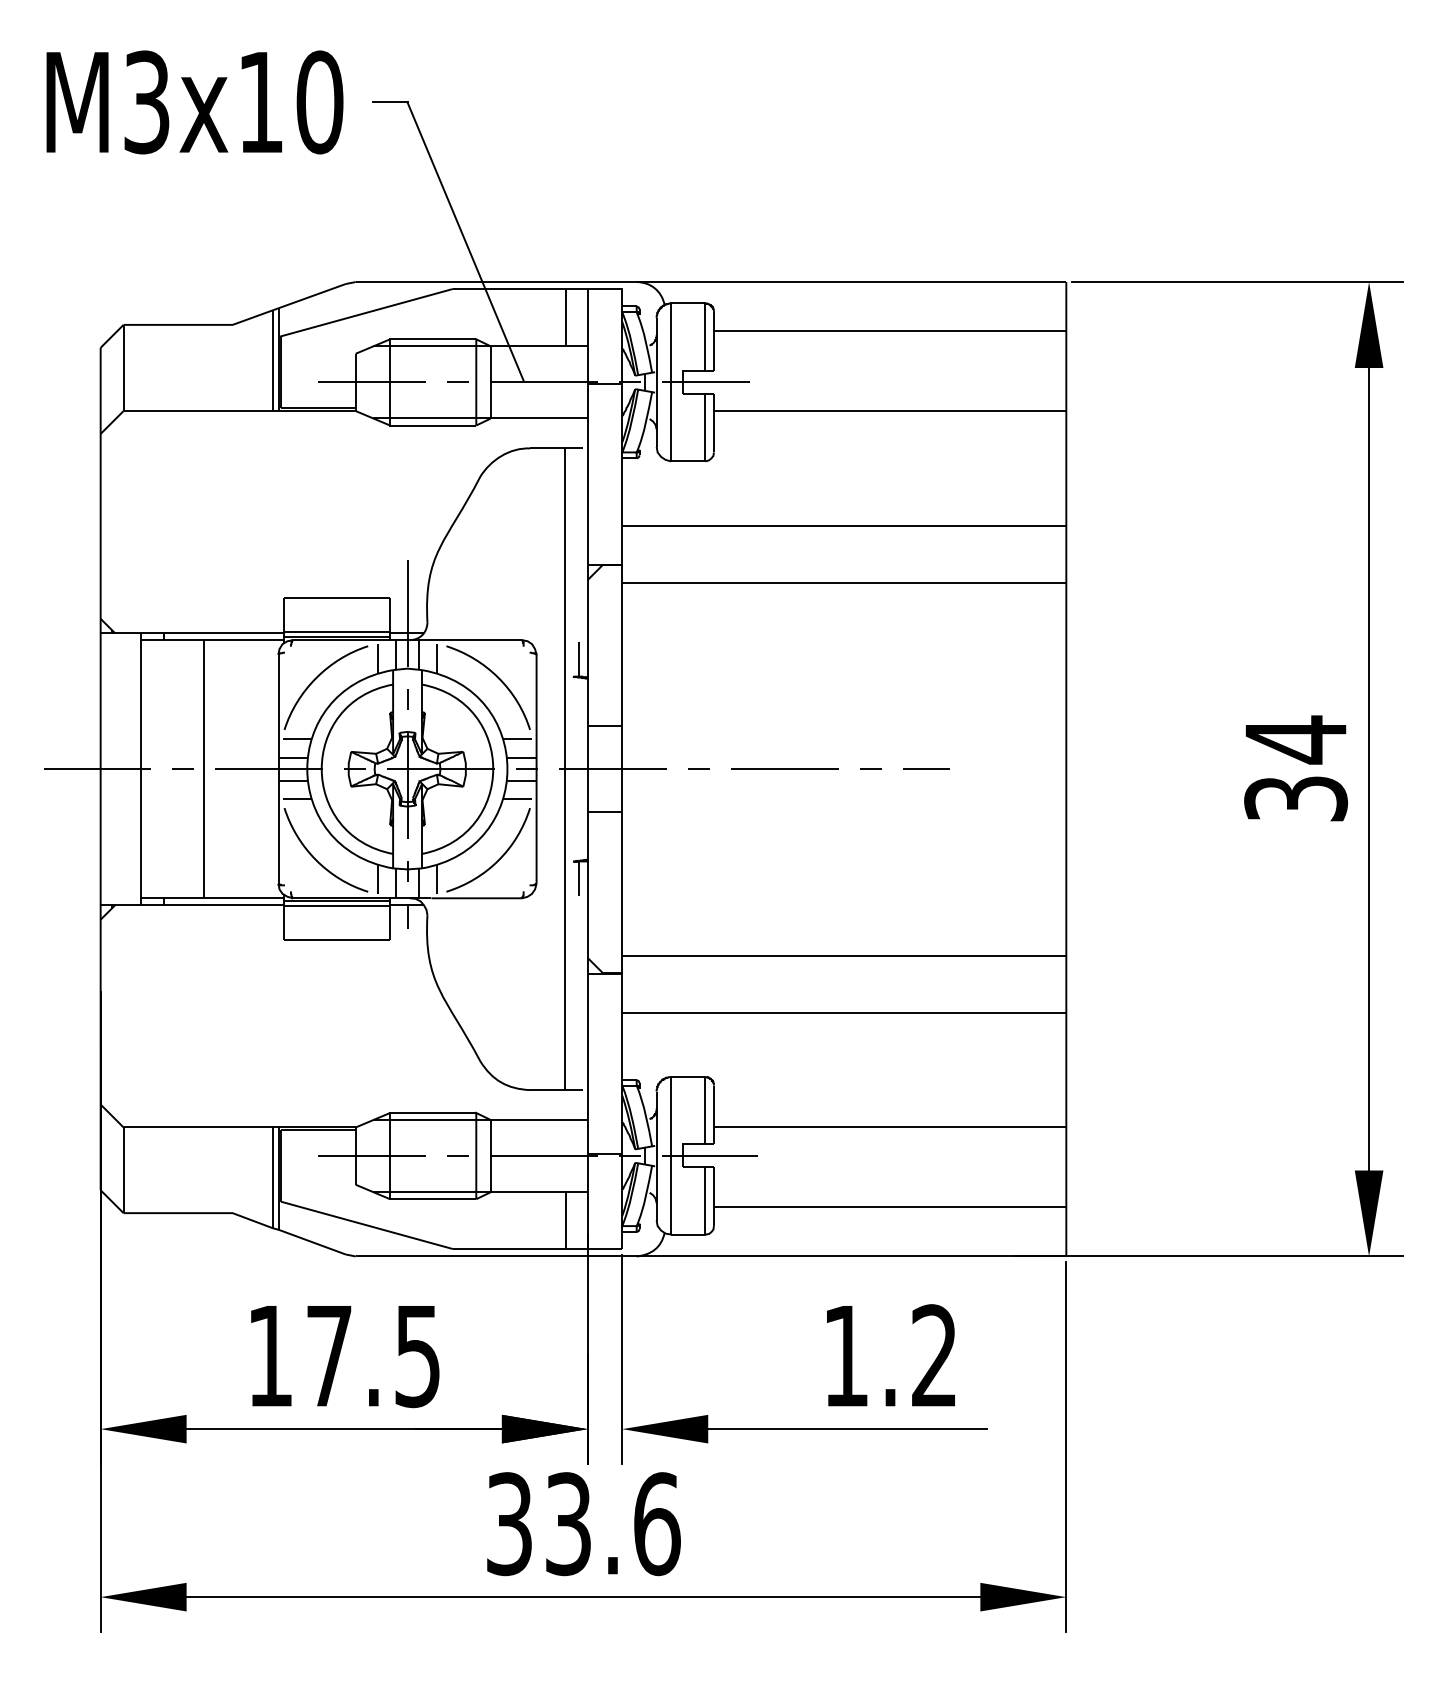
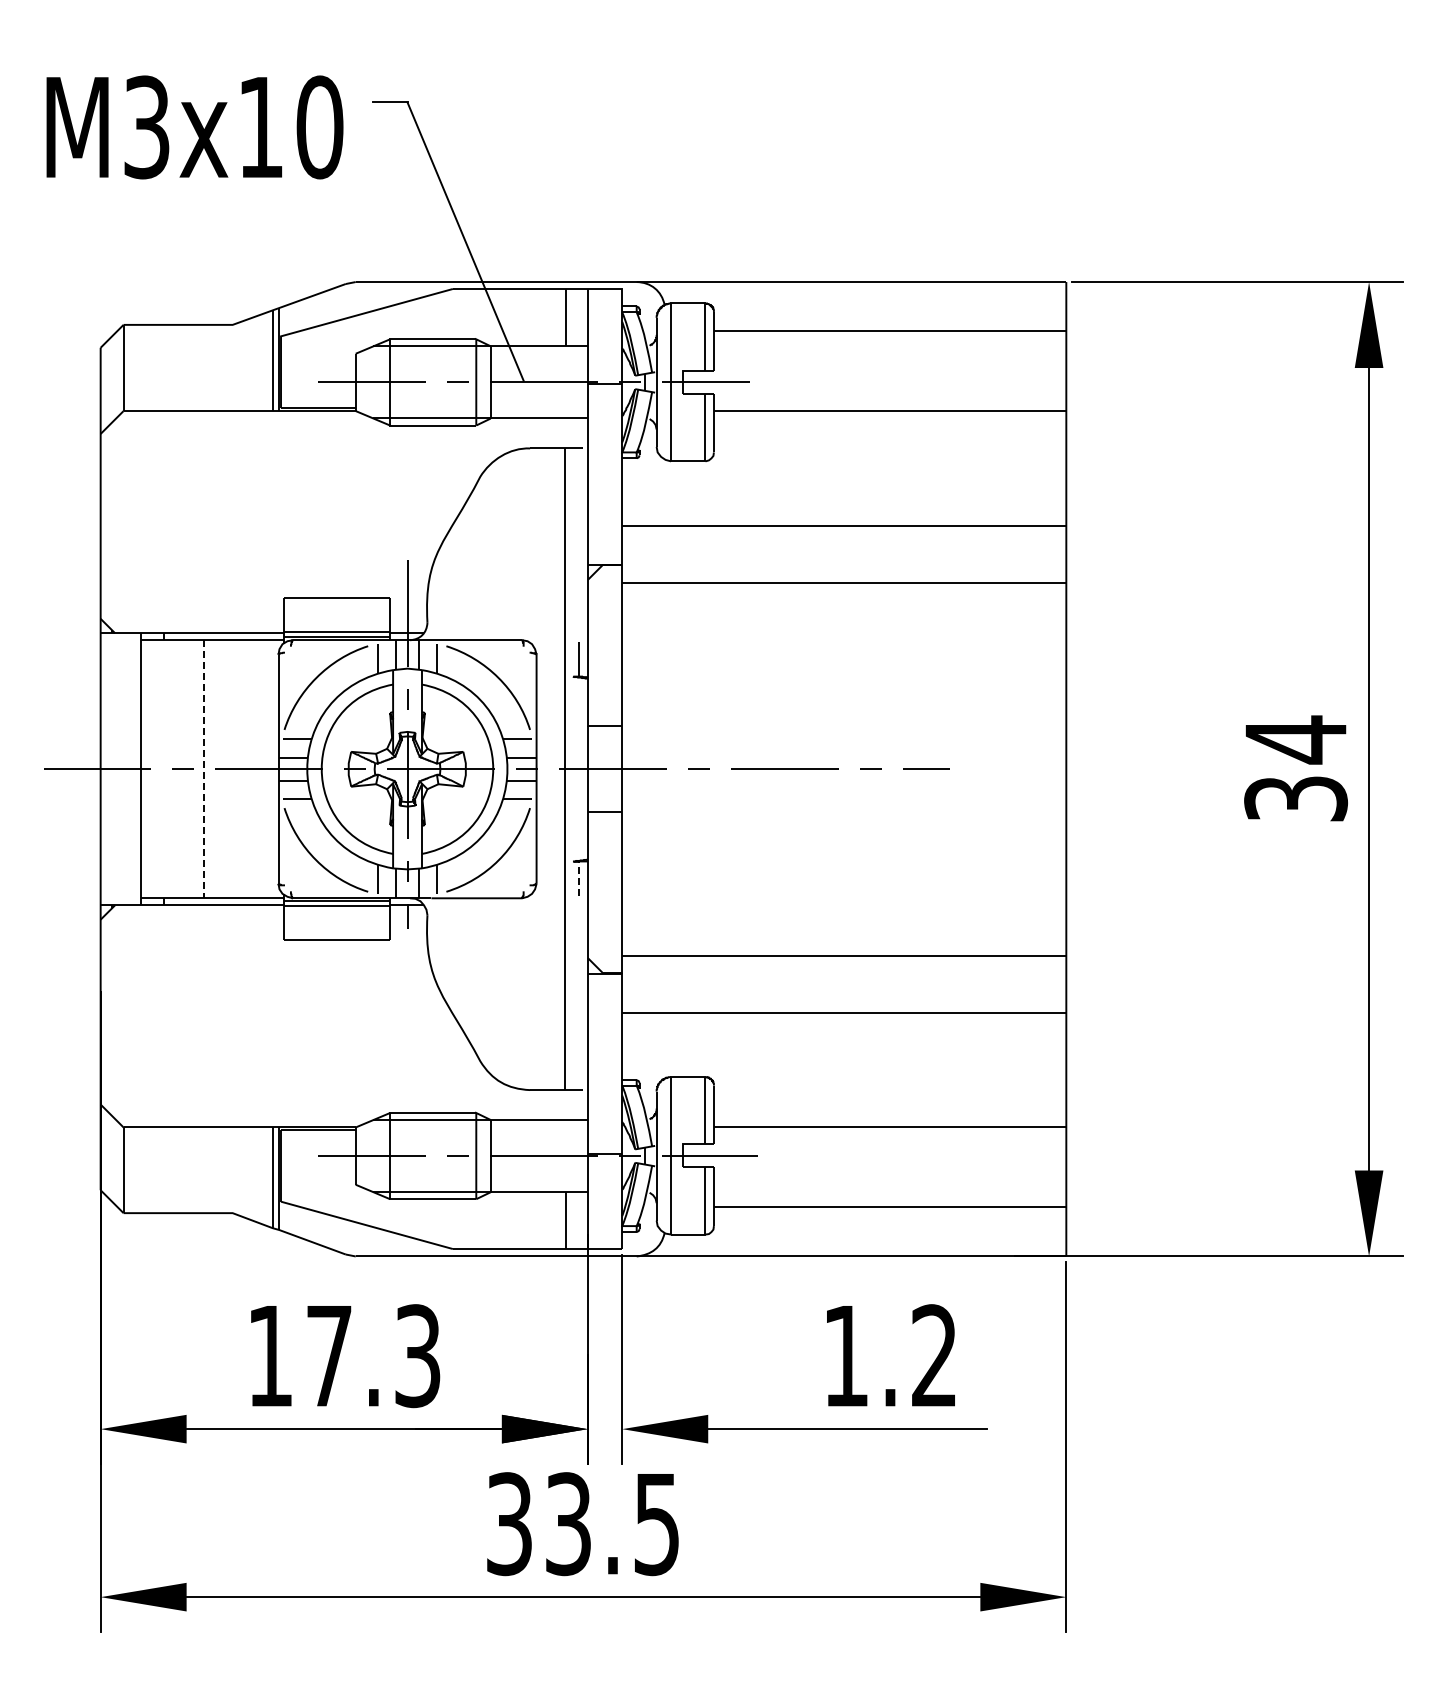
text at (194, 102) position: (194, 102) -> (194, 127)
line at (203, 769): solid -> dashed
line at (579, 878): solid -> dashed
text at (417, 1355): 17.5 -> 17.3
text at (657, 1524): 33.6 -> 33.5
